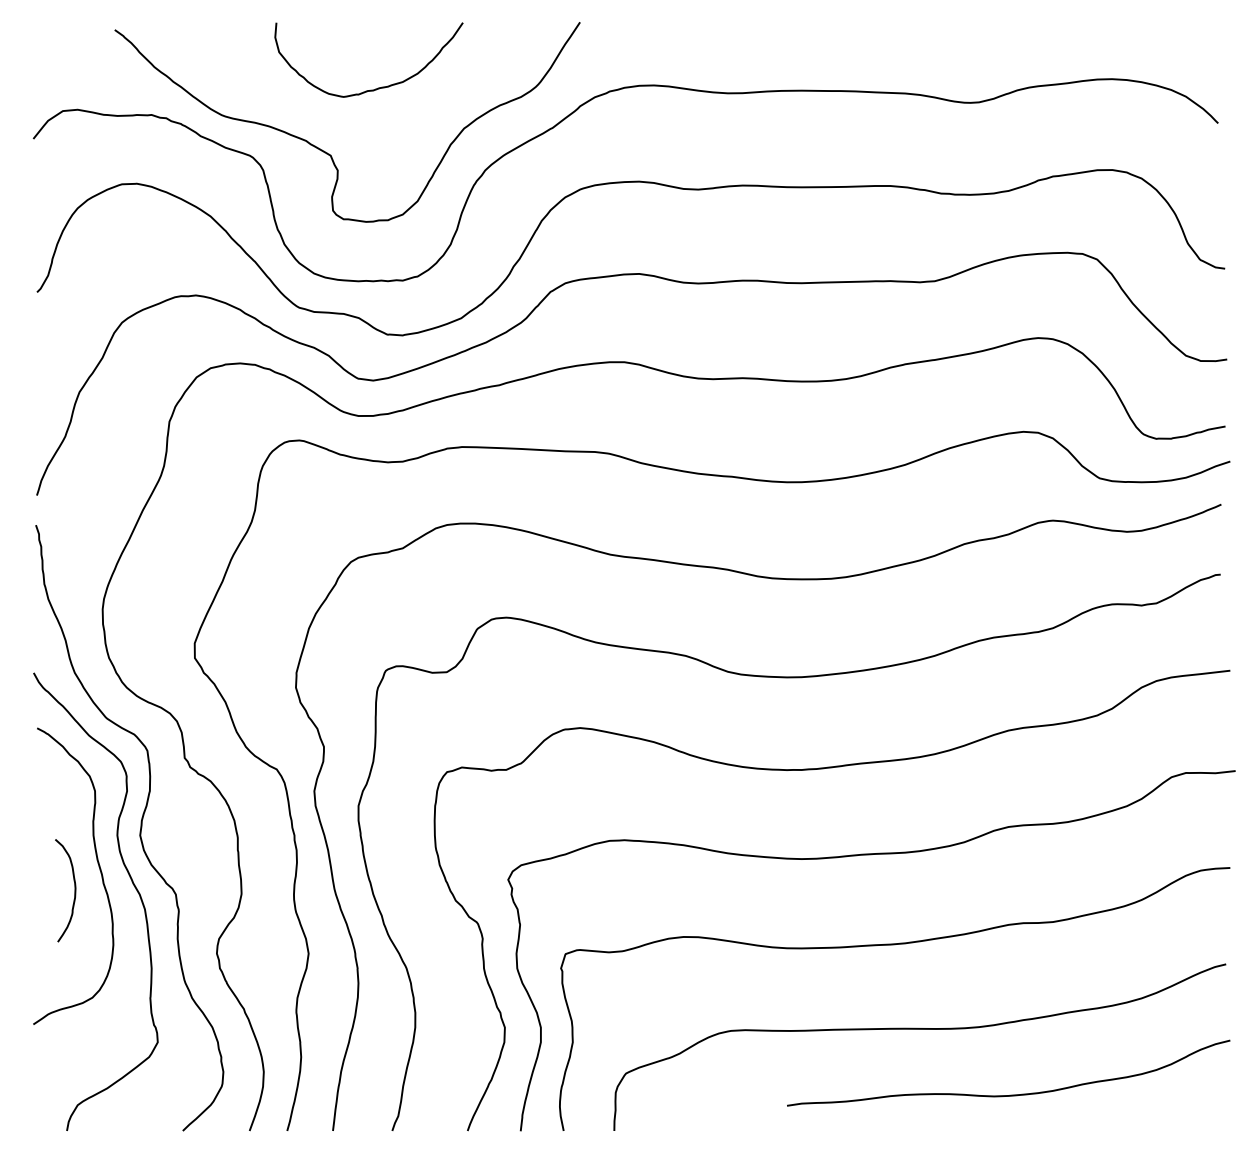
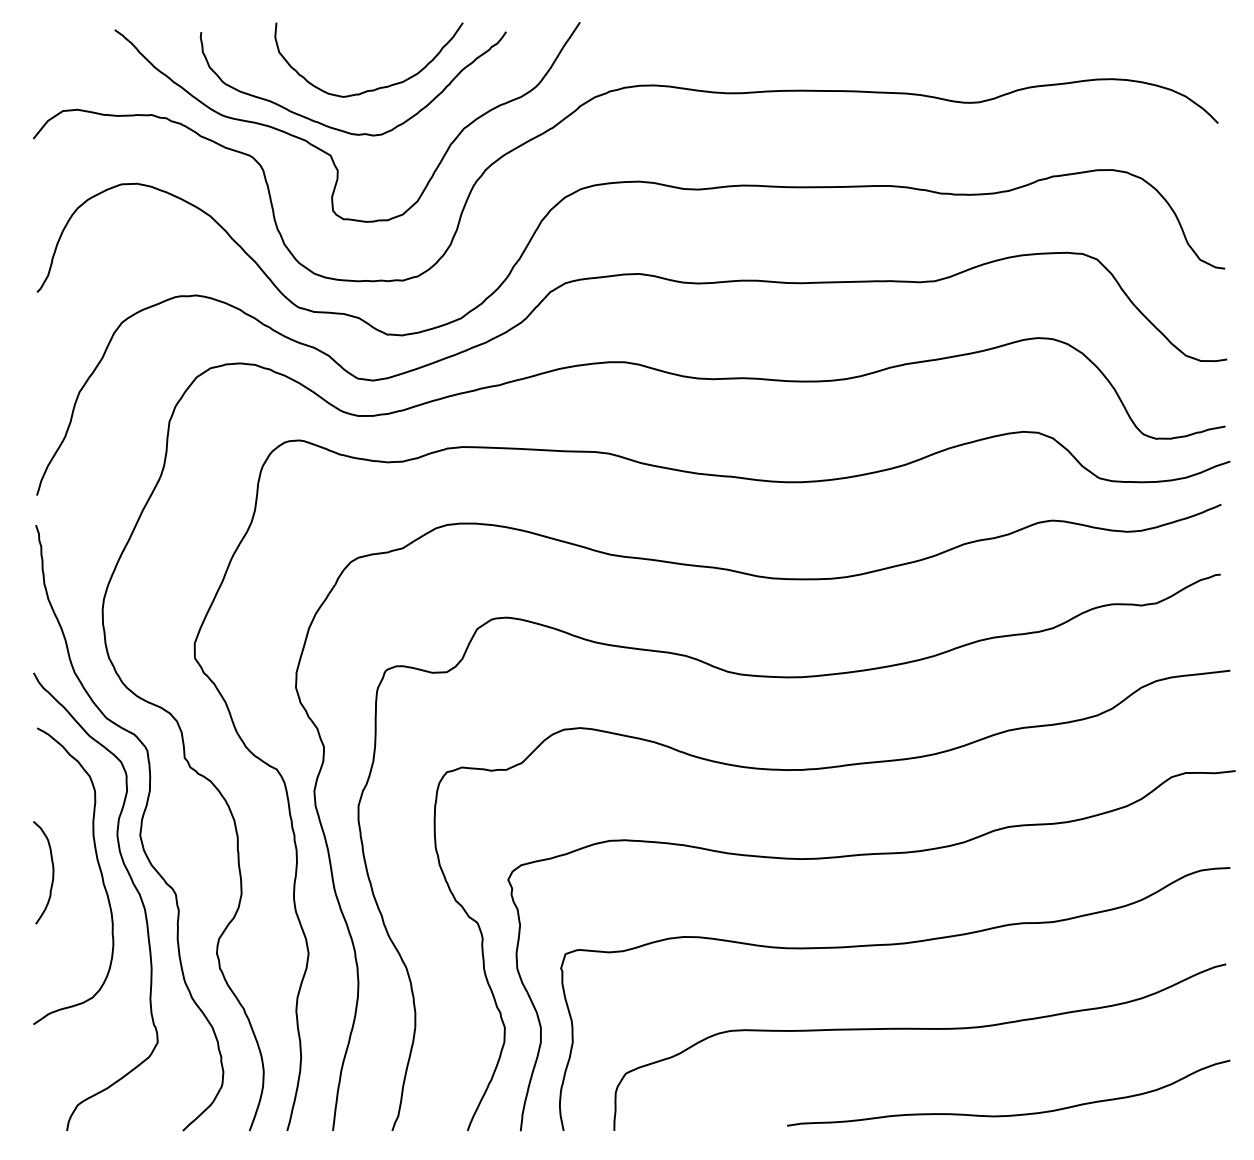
curve at (341, 129): none -> present
curve at (74, 890) position: (74, 890) -> (52, 872)
curve at (1010, 1094) position: (1010, 1094) -> (1010, 1114)
